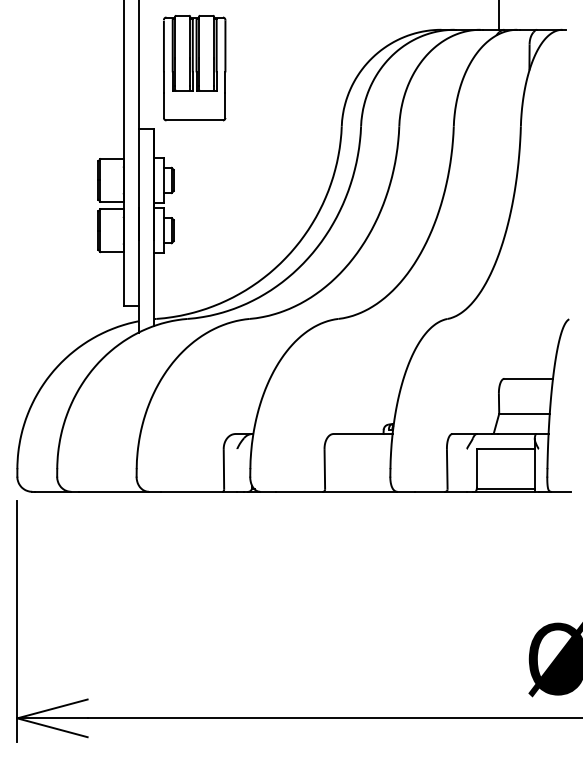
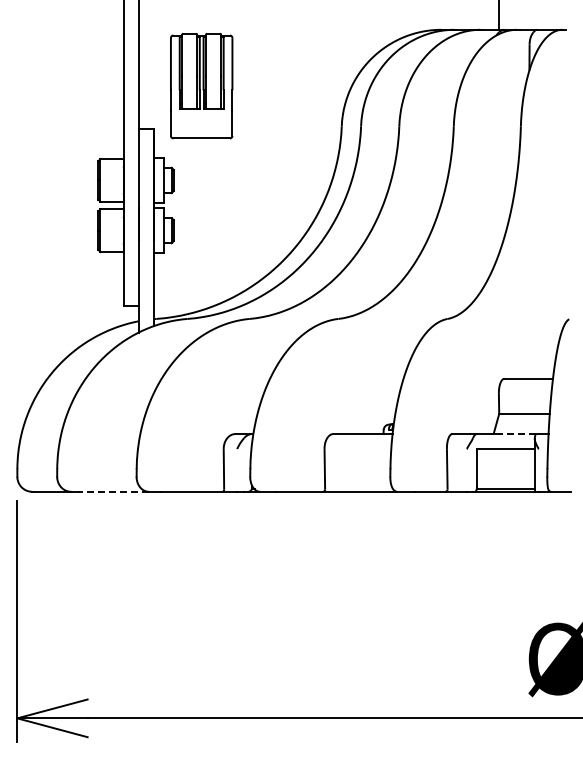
part at (194, 68) position: (194, 68) -> (201, 86)
line at (516, 434): solid -> dashed
line at (113, 491): solid -> dashed
